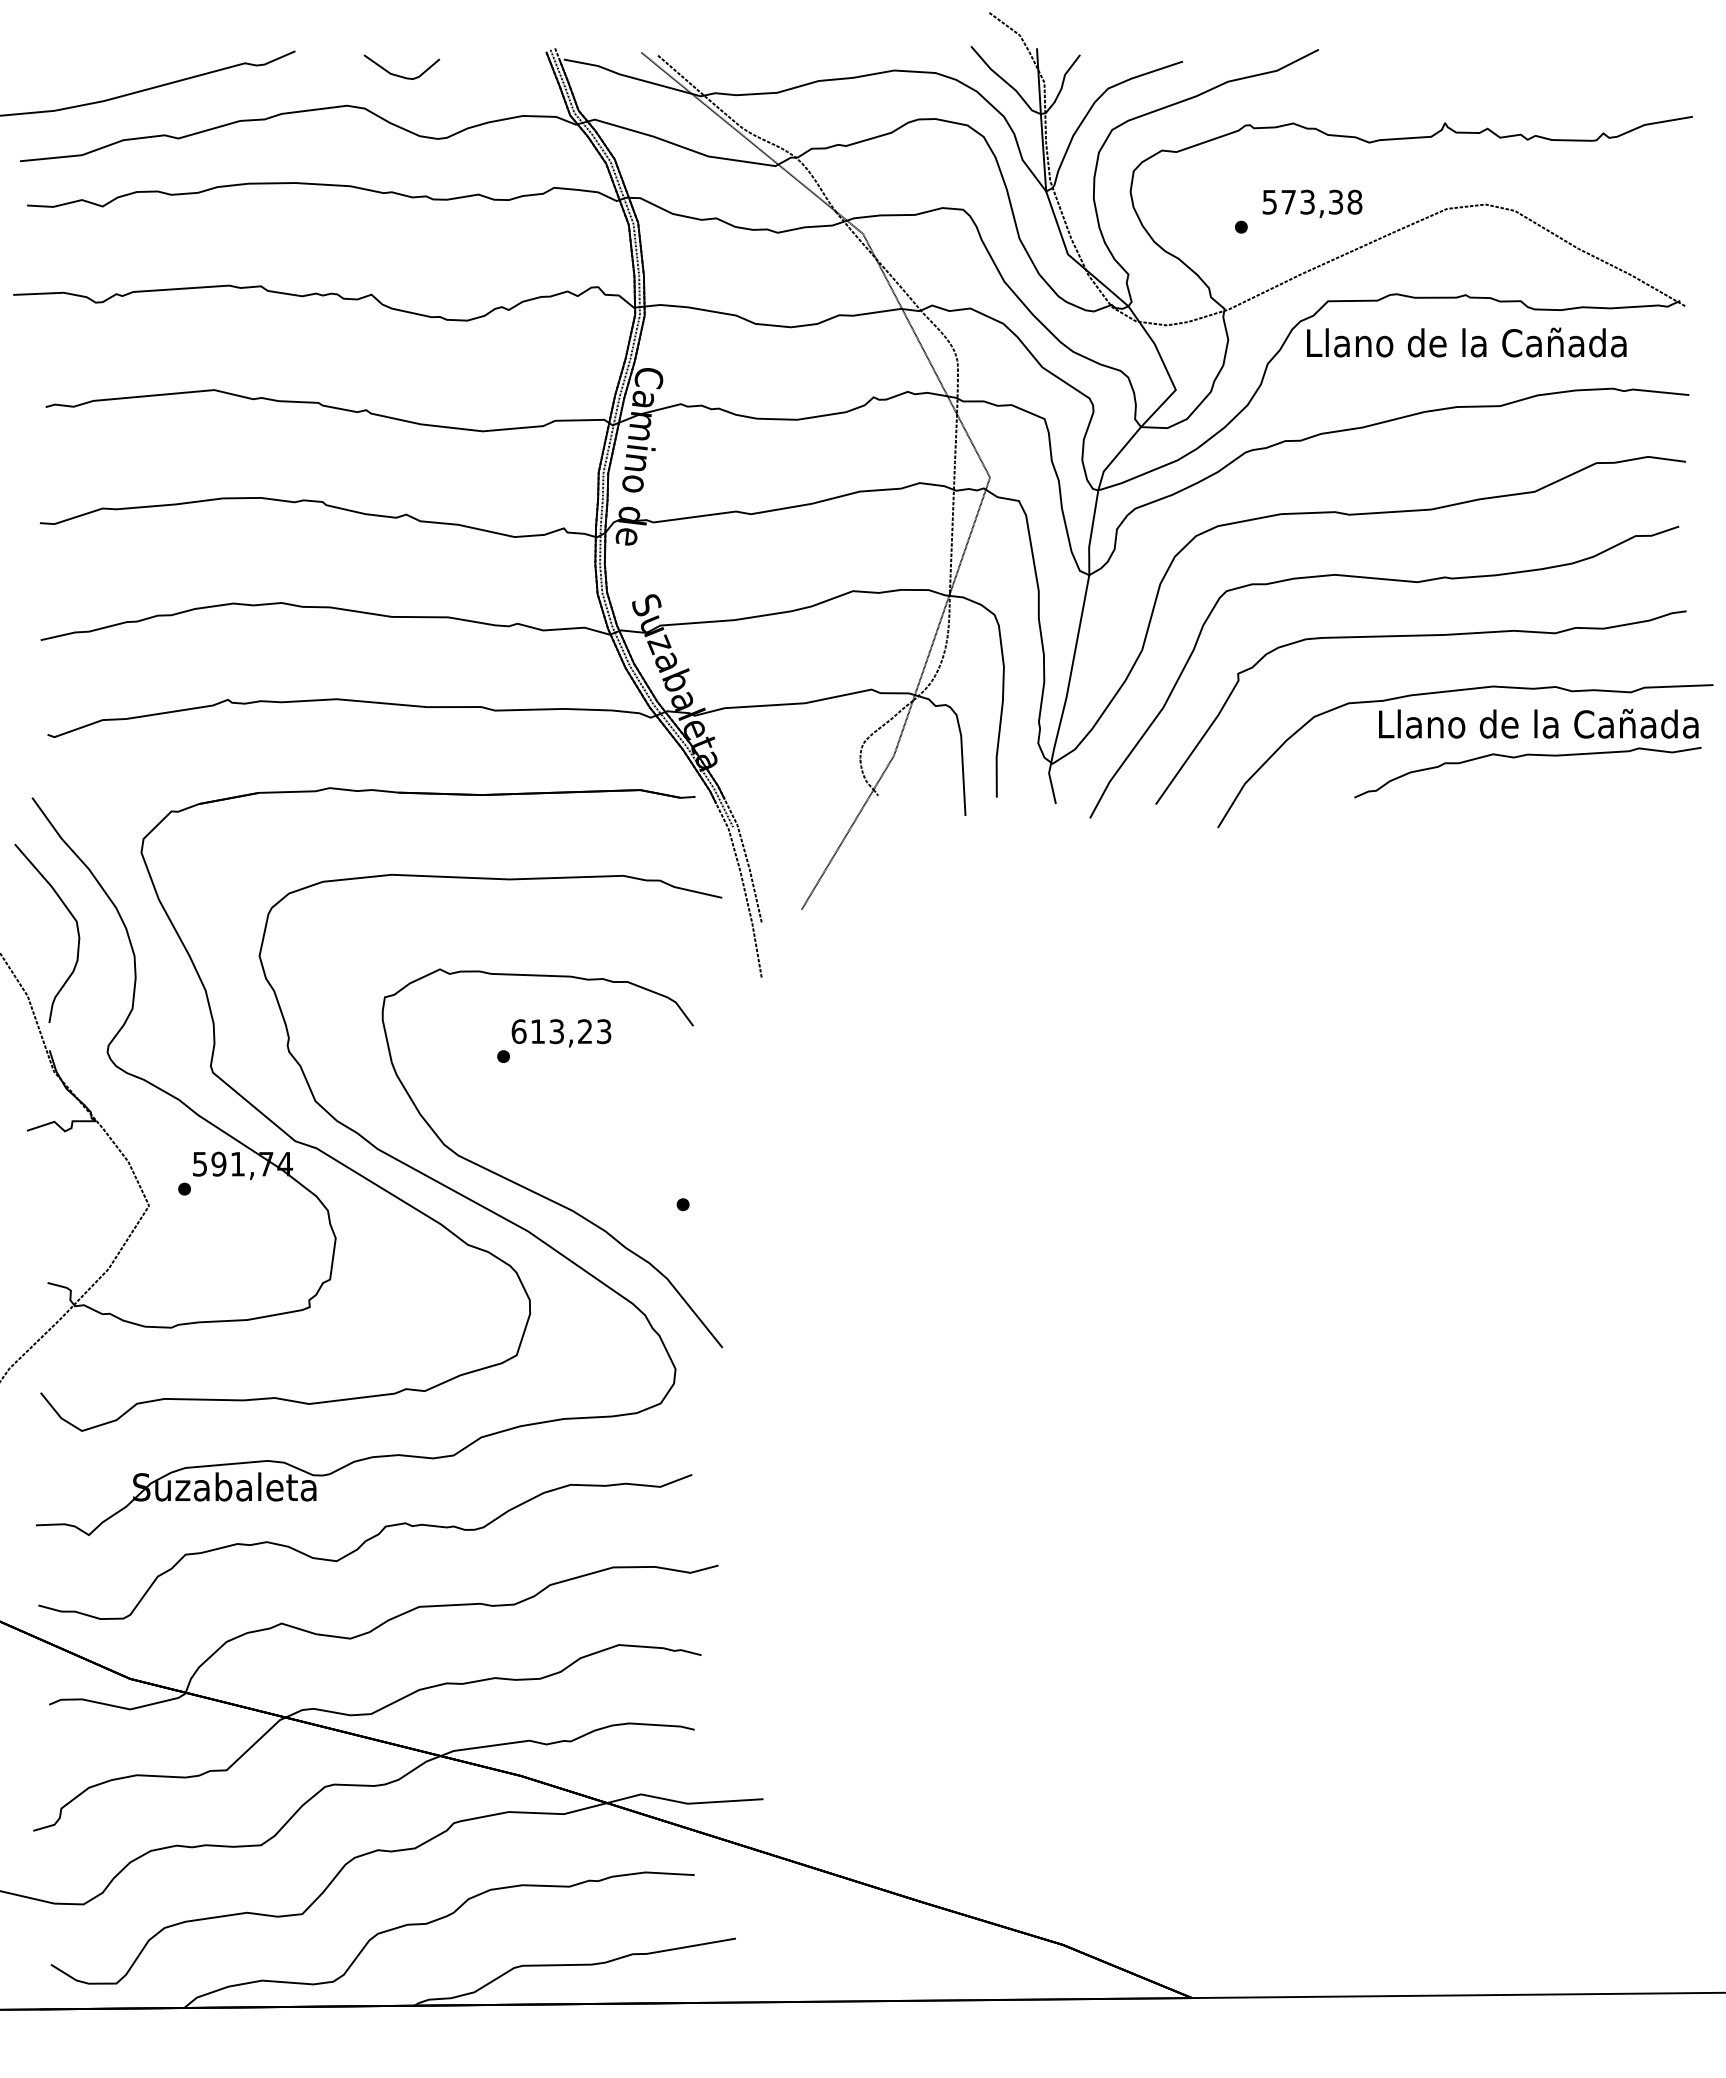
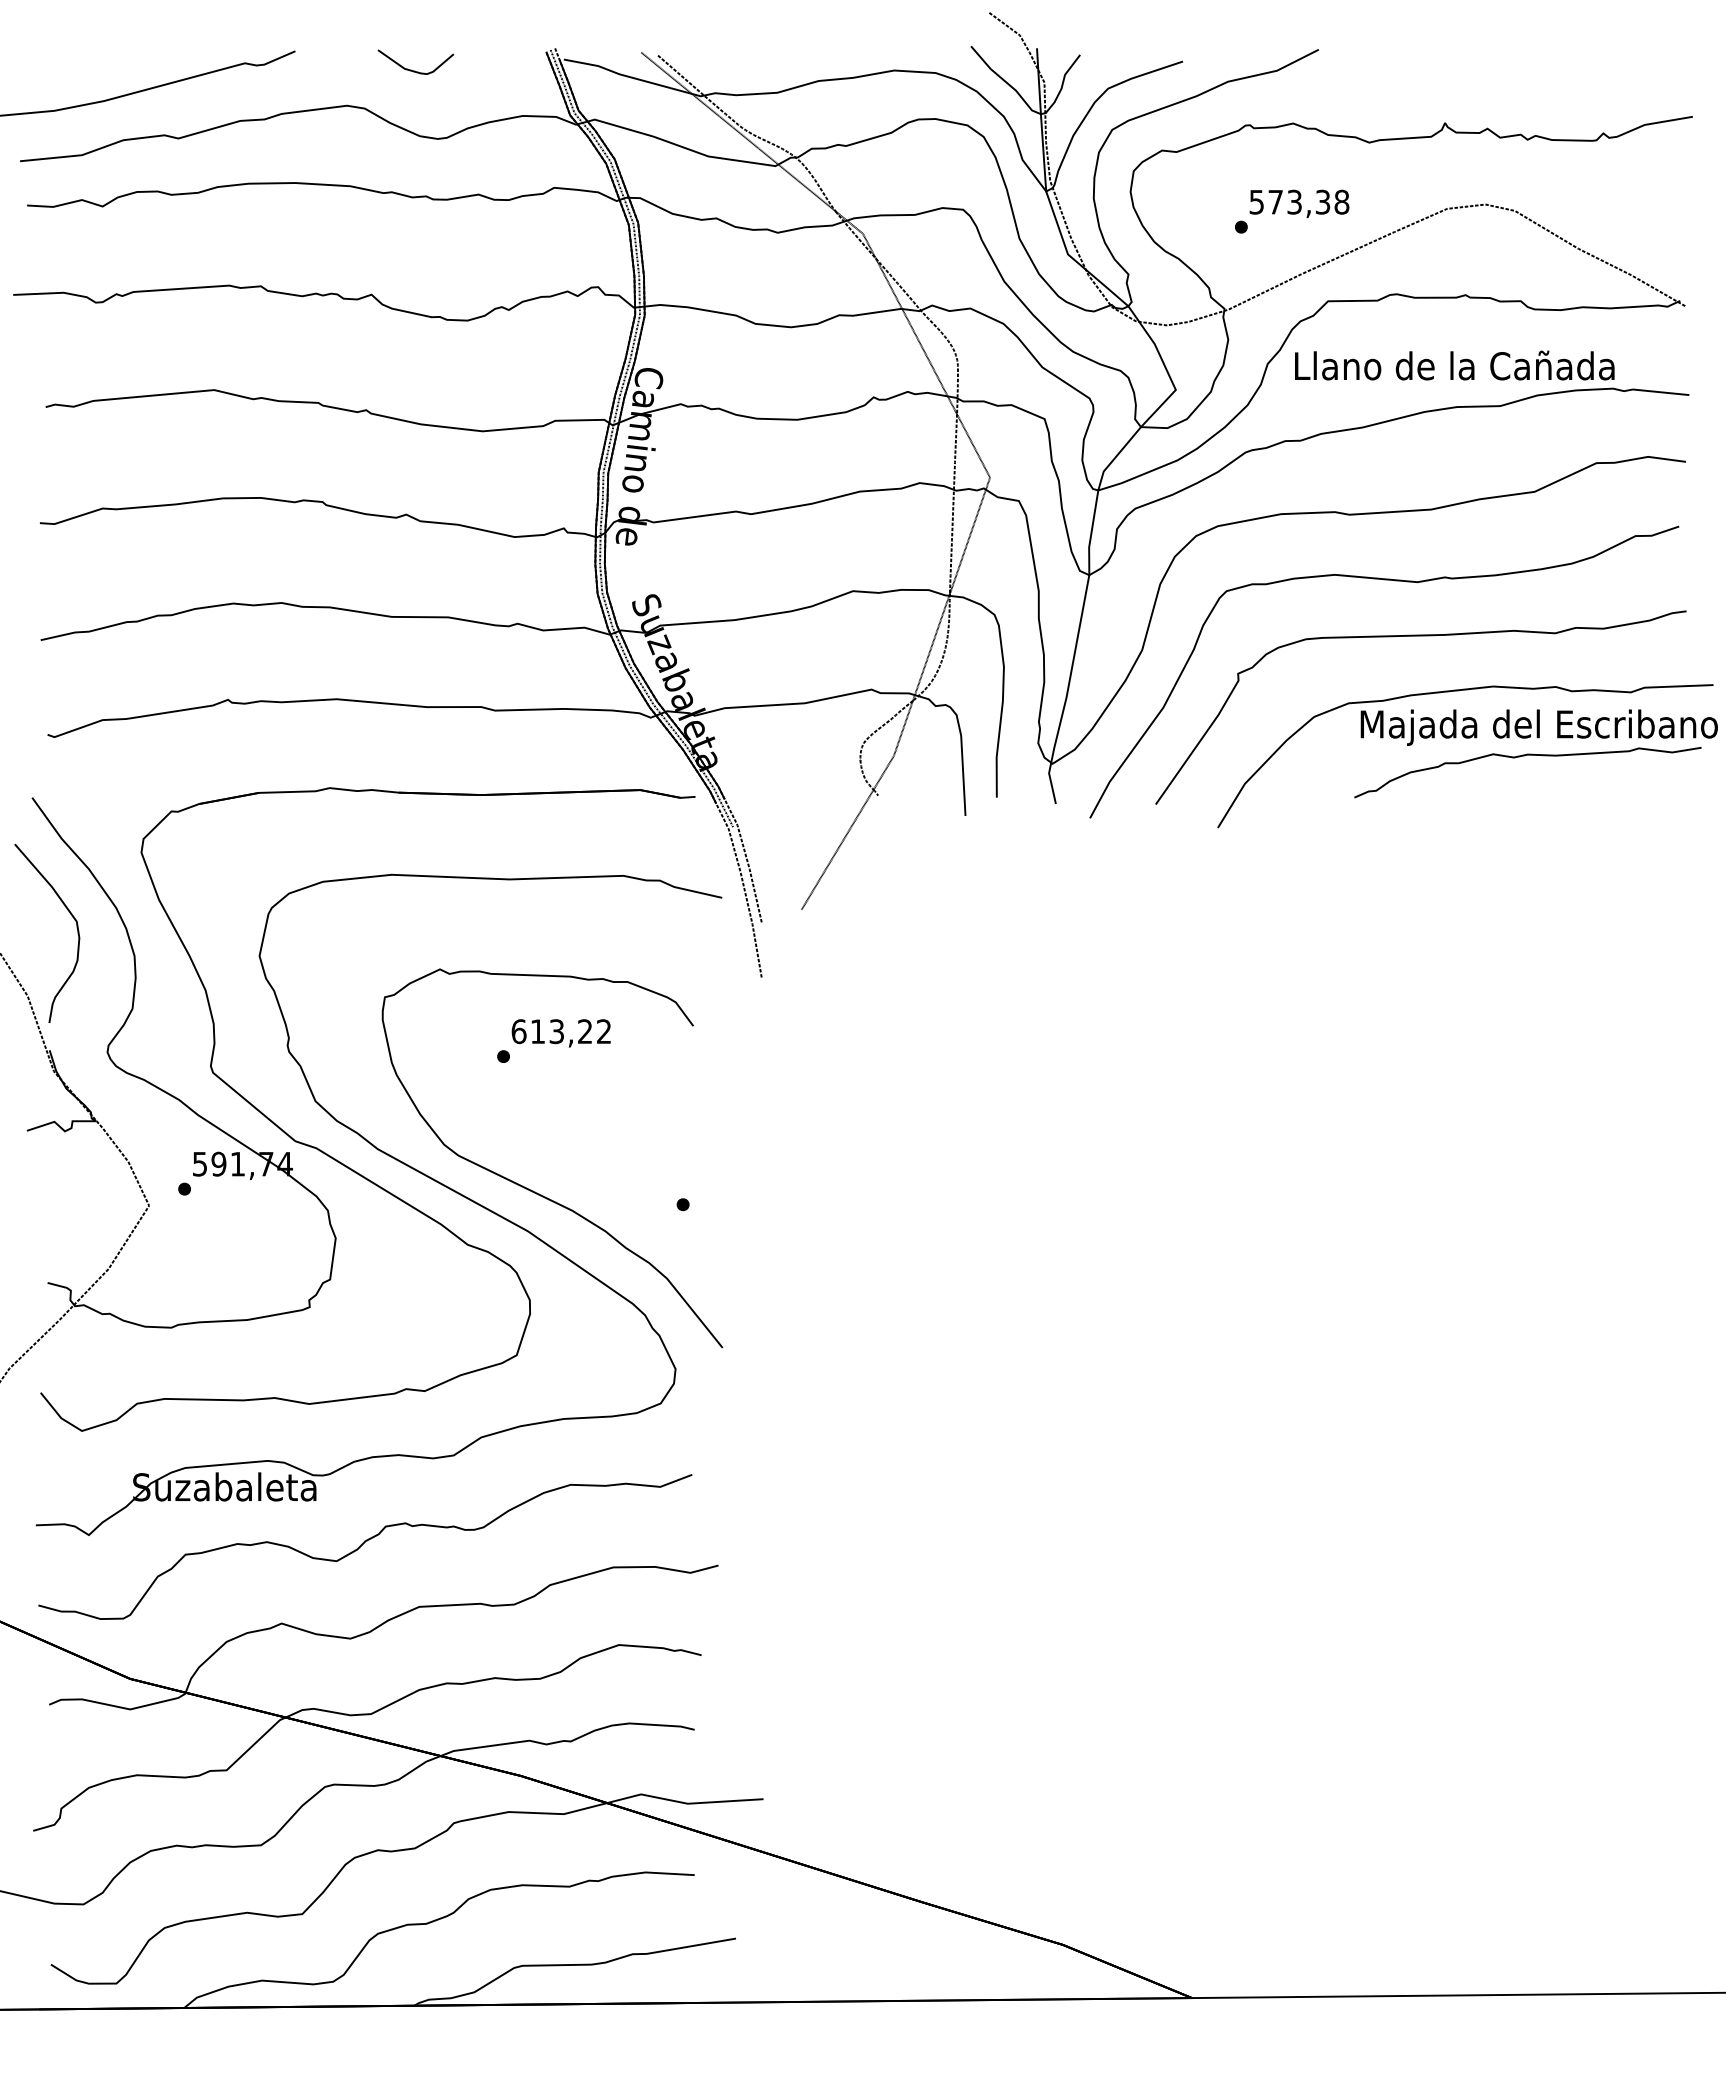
curve at (397, 74) position: (397, 74) -> (411, 69)
text at (1312, 203) position: (1312, 203) -> (1299, 203)
text at (1466, 342) position: (1466, 342) -> (1454, 365)
text at (1538, 726): Llano de la Cañada -> Majada del Escribano
text at (604, 1031): 613,23 -> 613,22
